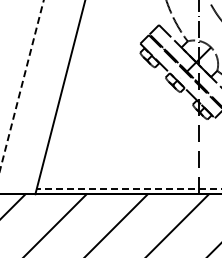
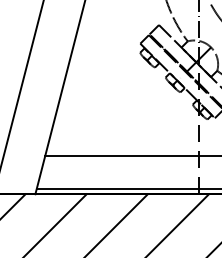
line at (21, 85): dashed -> solid
line at (131, 156): none -> present
line at (128, 188): dashed -> solid
